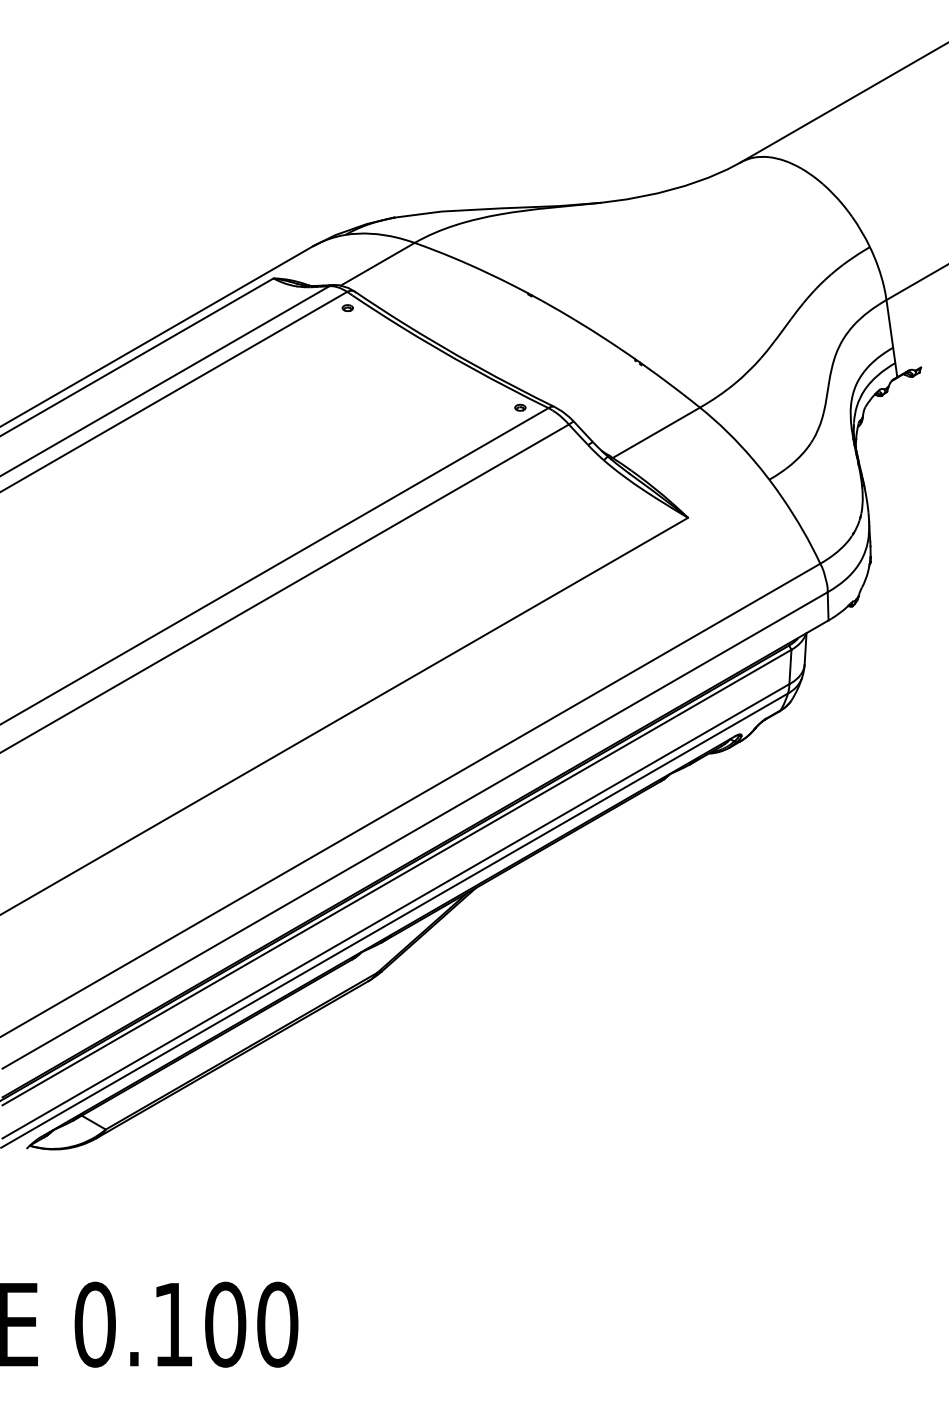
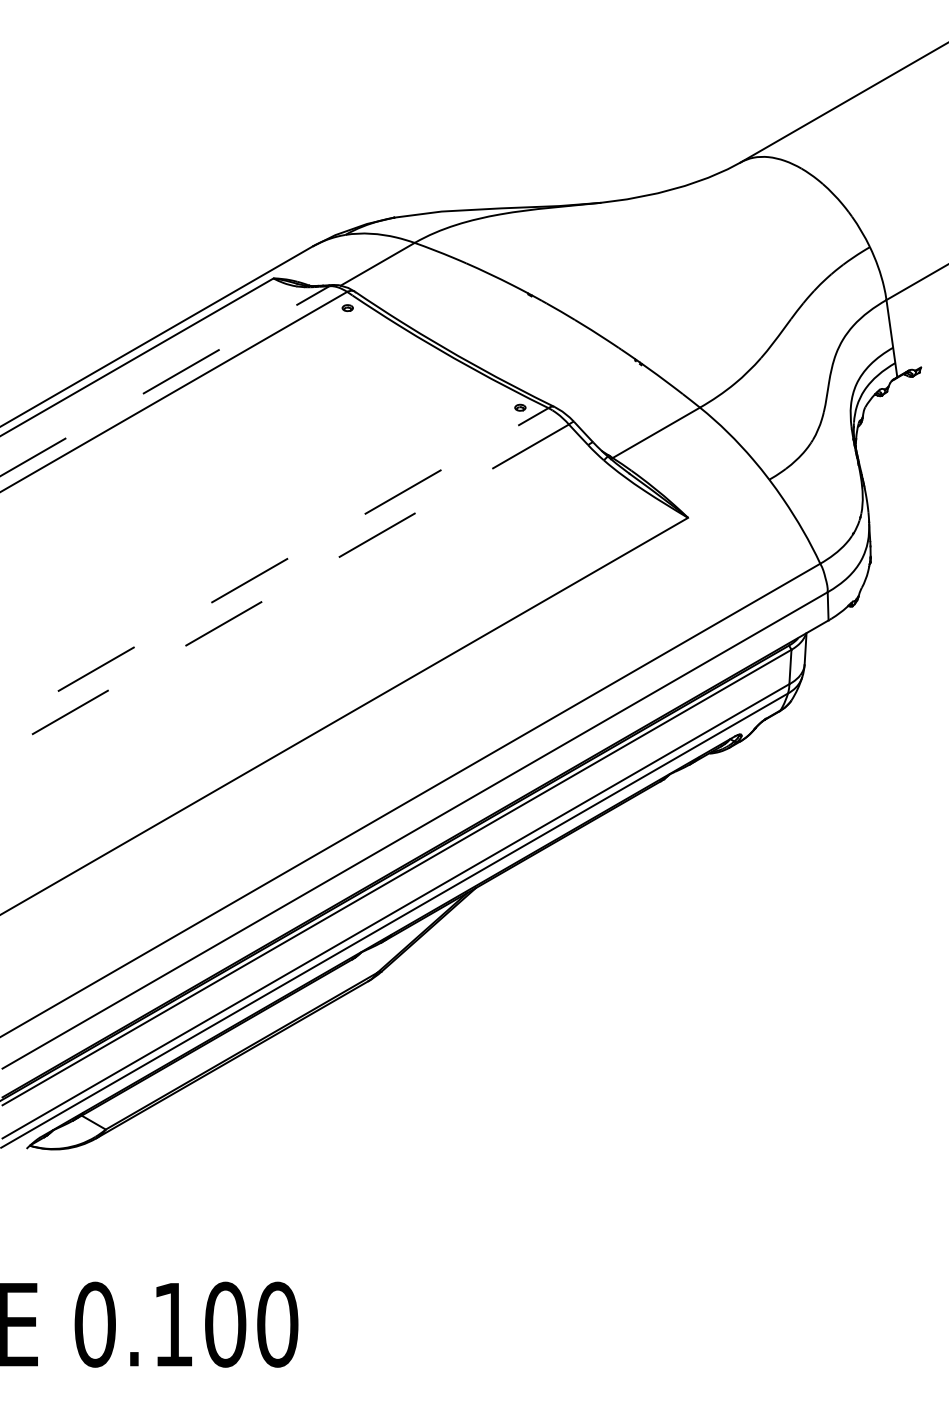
line at (164, 381): solid -> dashed
line at (274, 566): solid -> dashed
line at (284, 588): solid -> dashed
